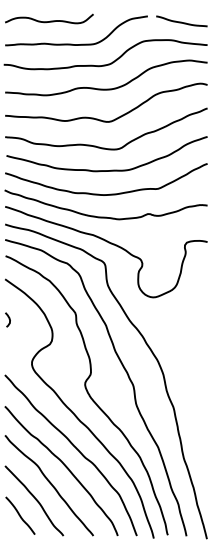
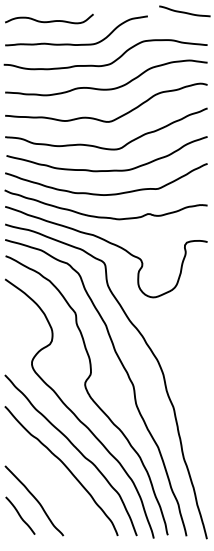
curve at (181, 21) position: (181, 21) -> (184, 11)
curve at (8, 319): present -> none
curve at (49, 483): present -> none
